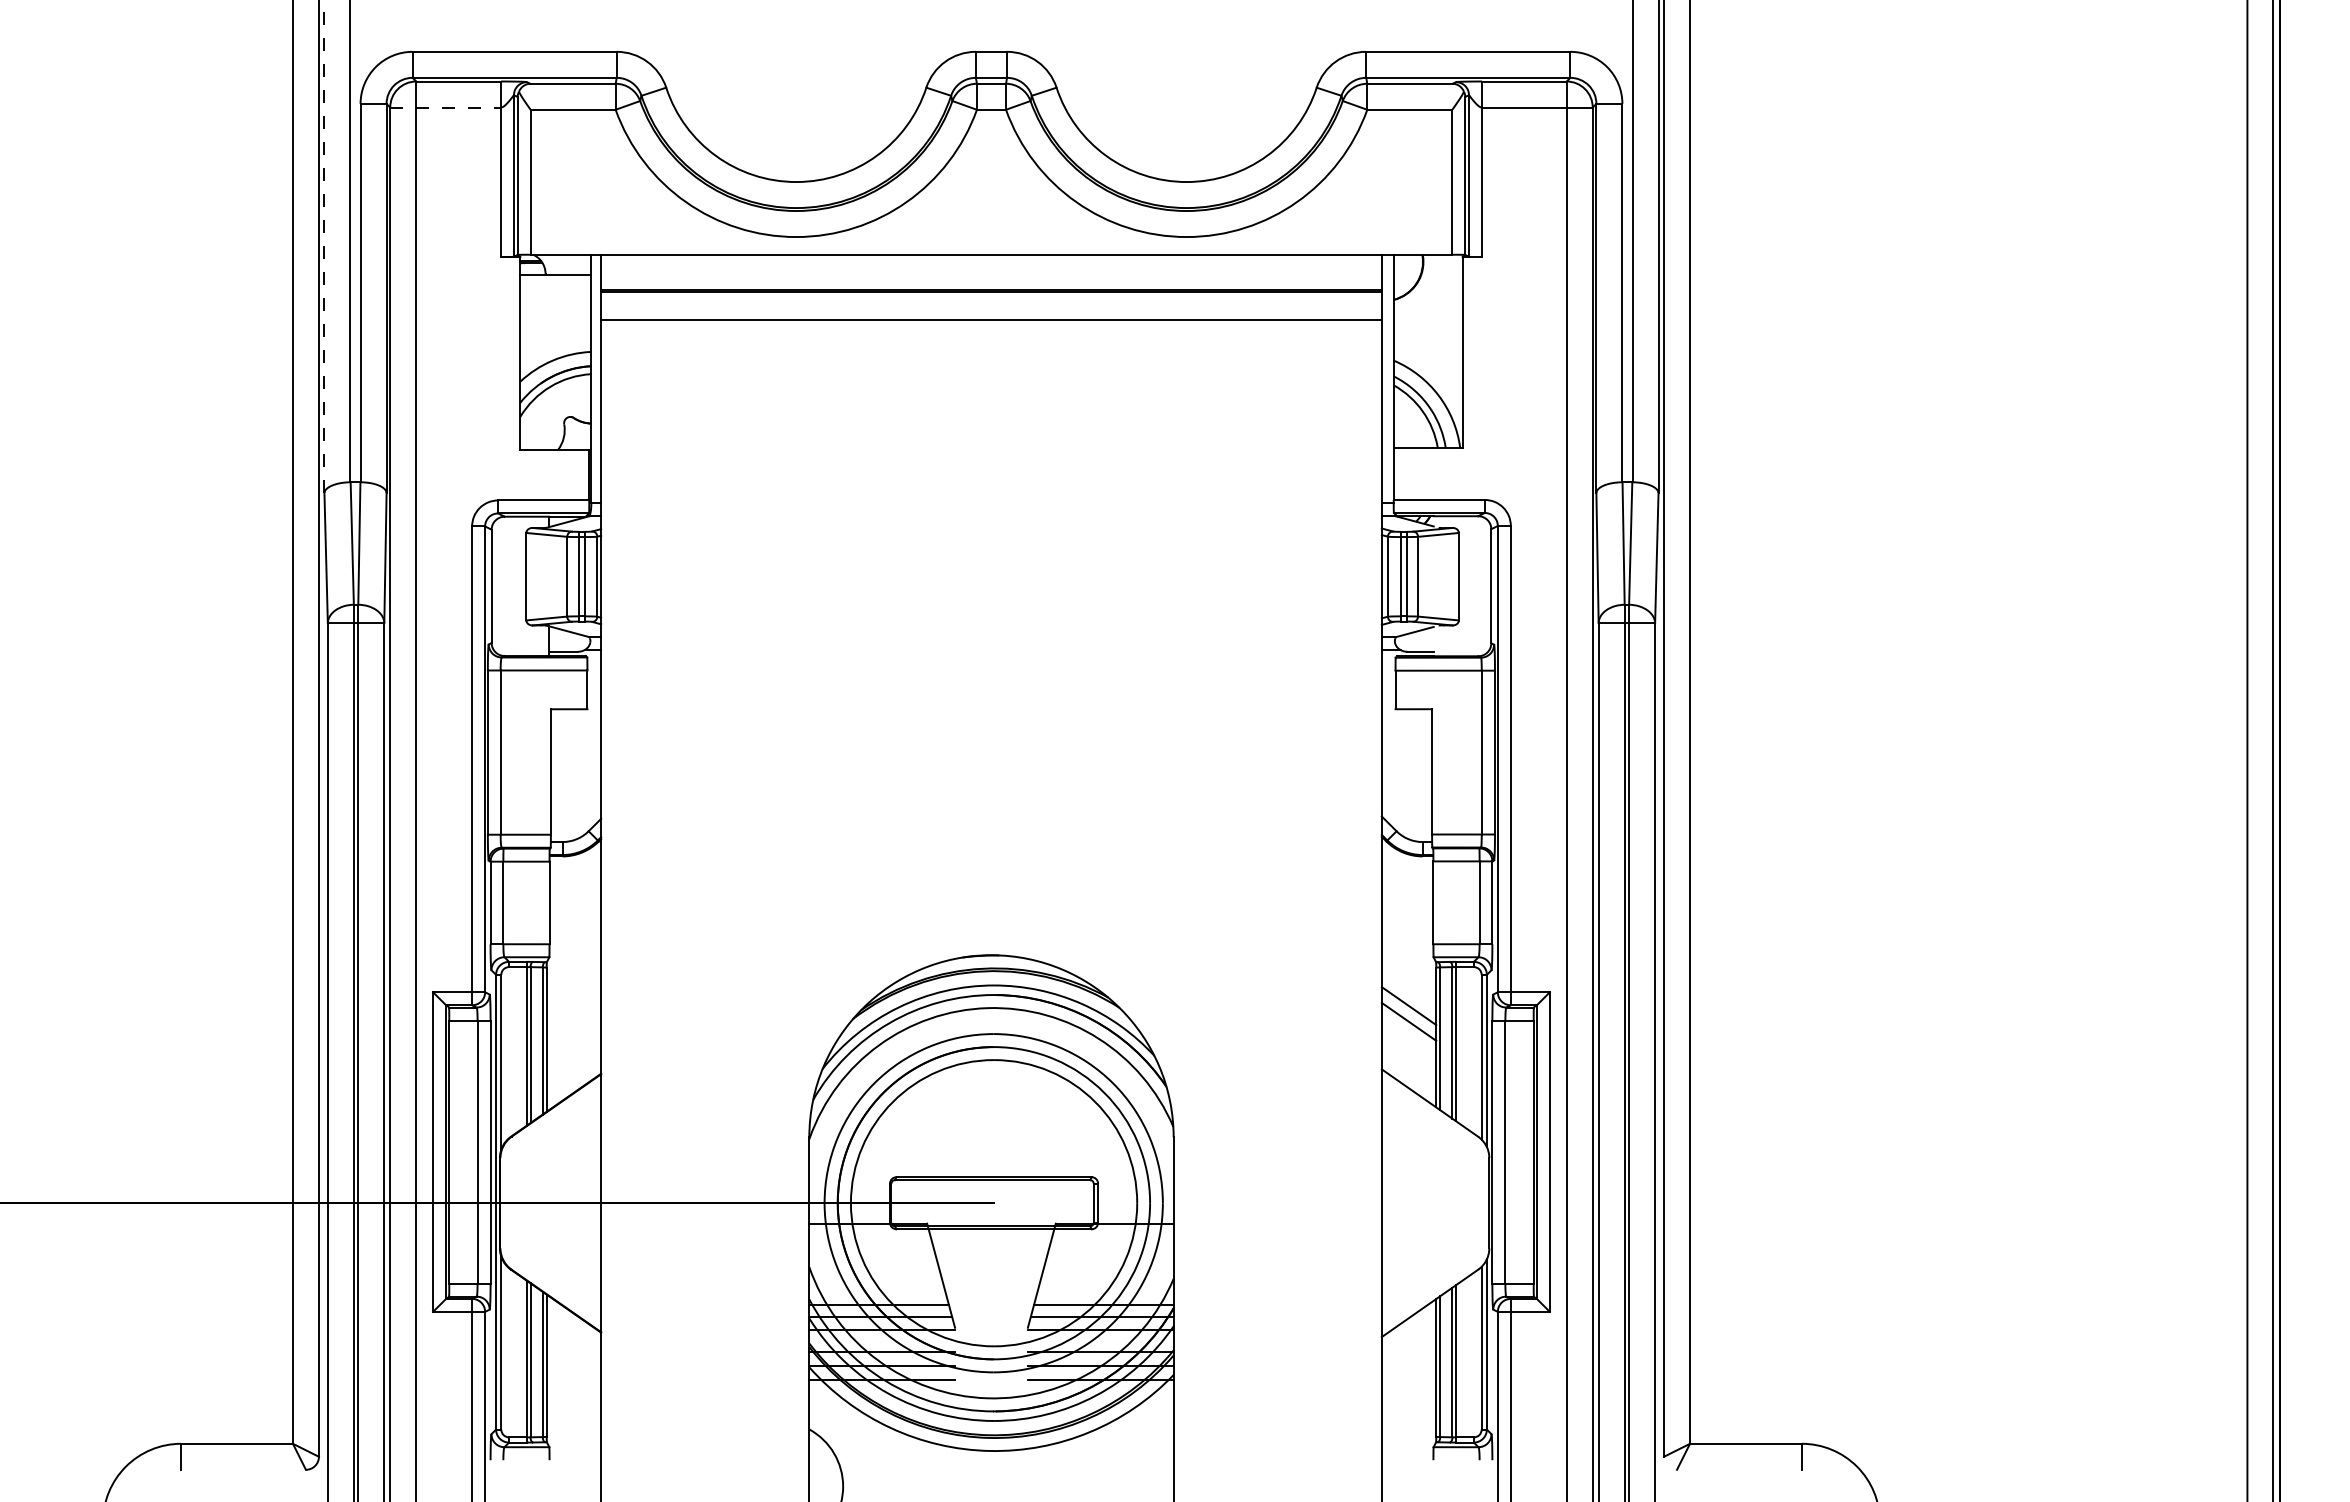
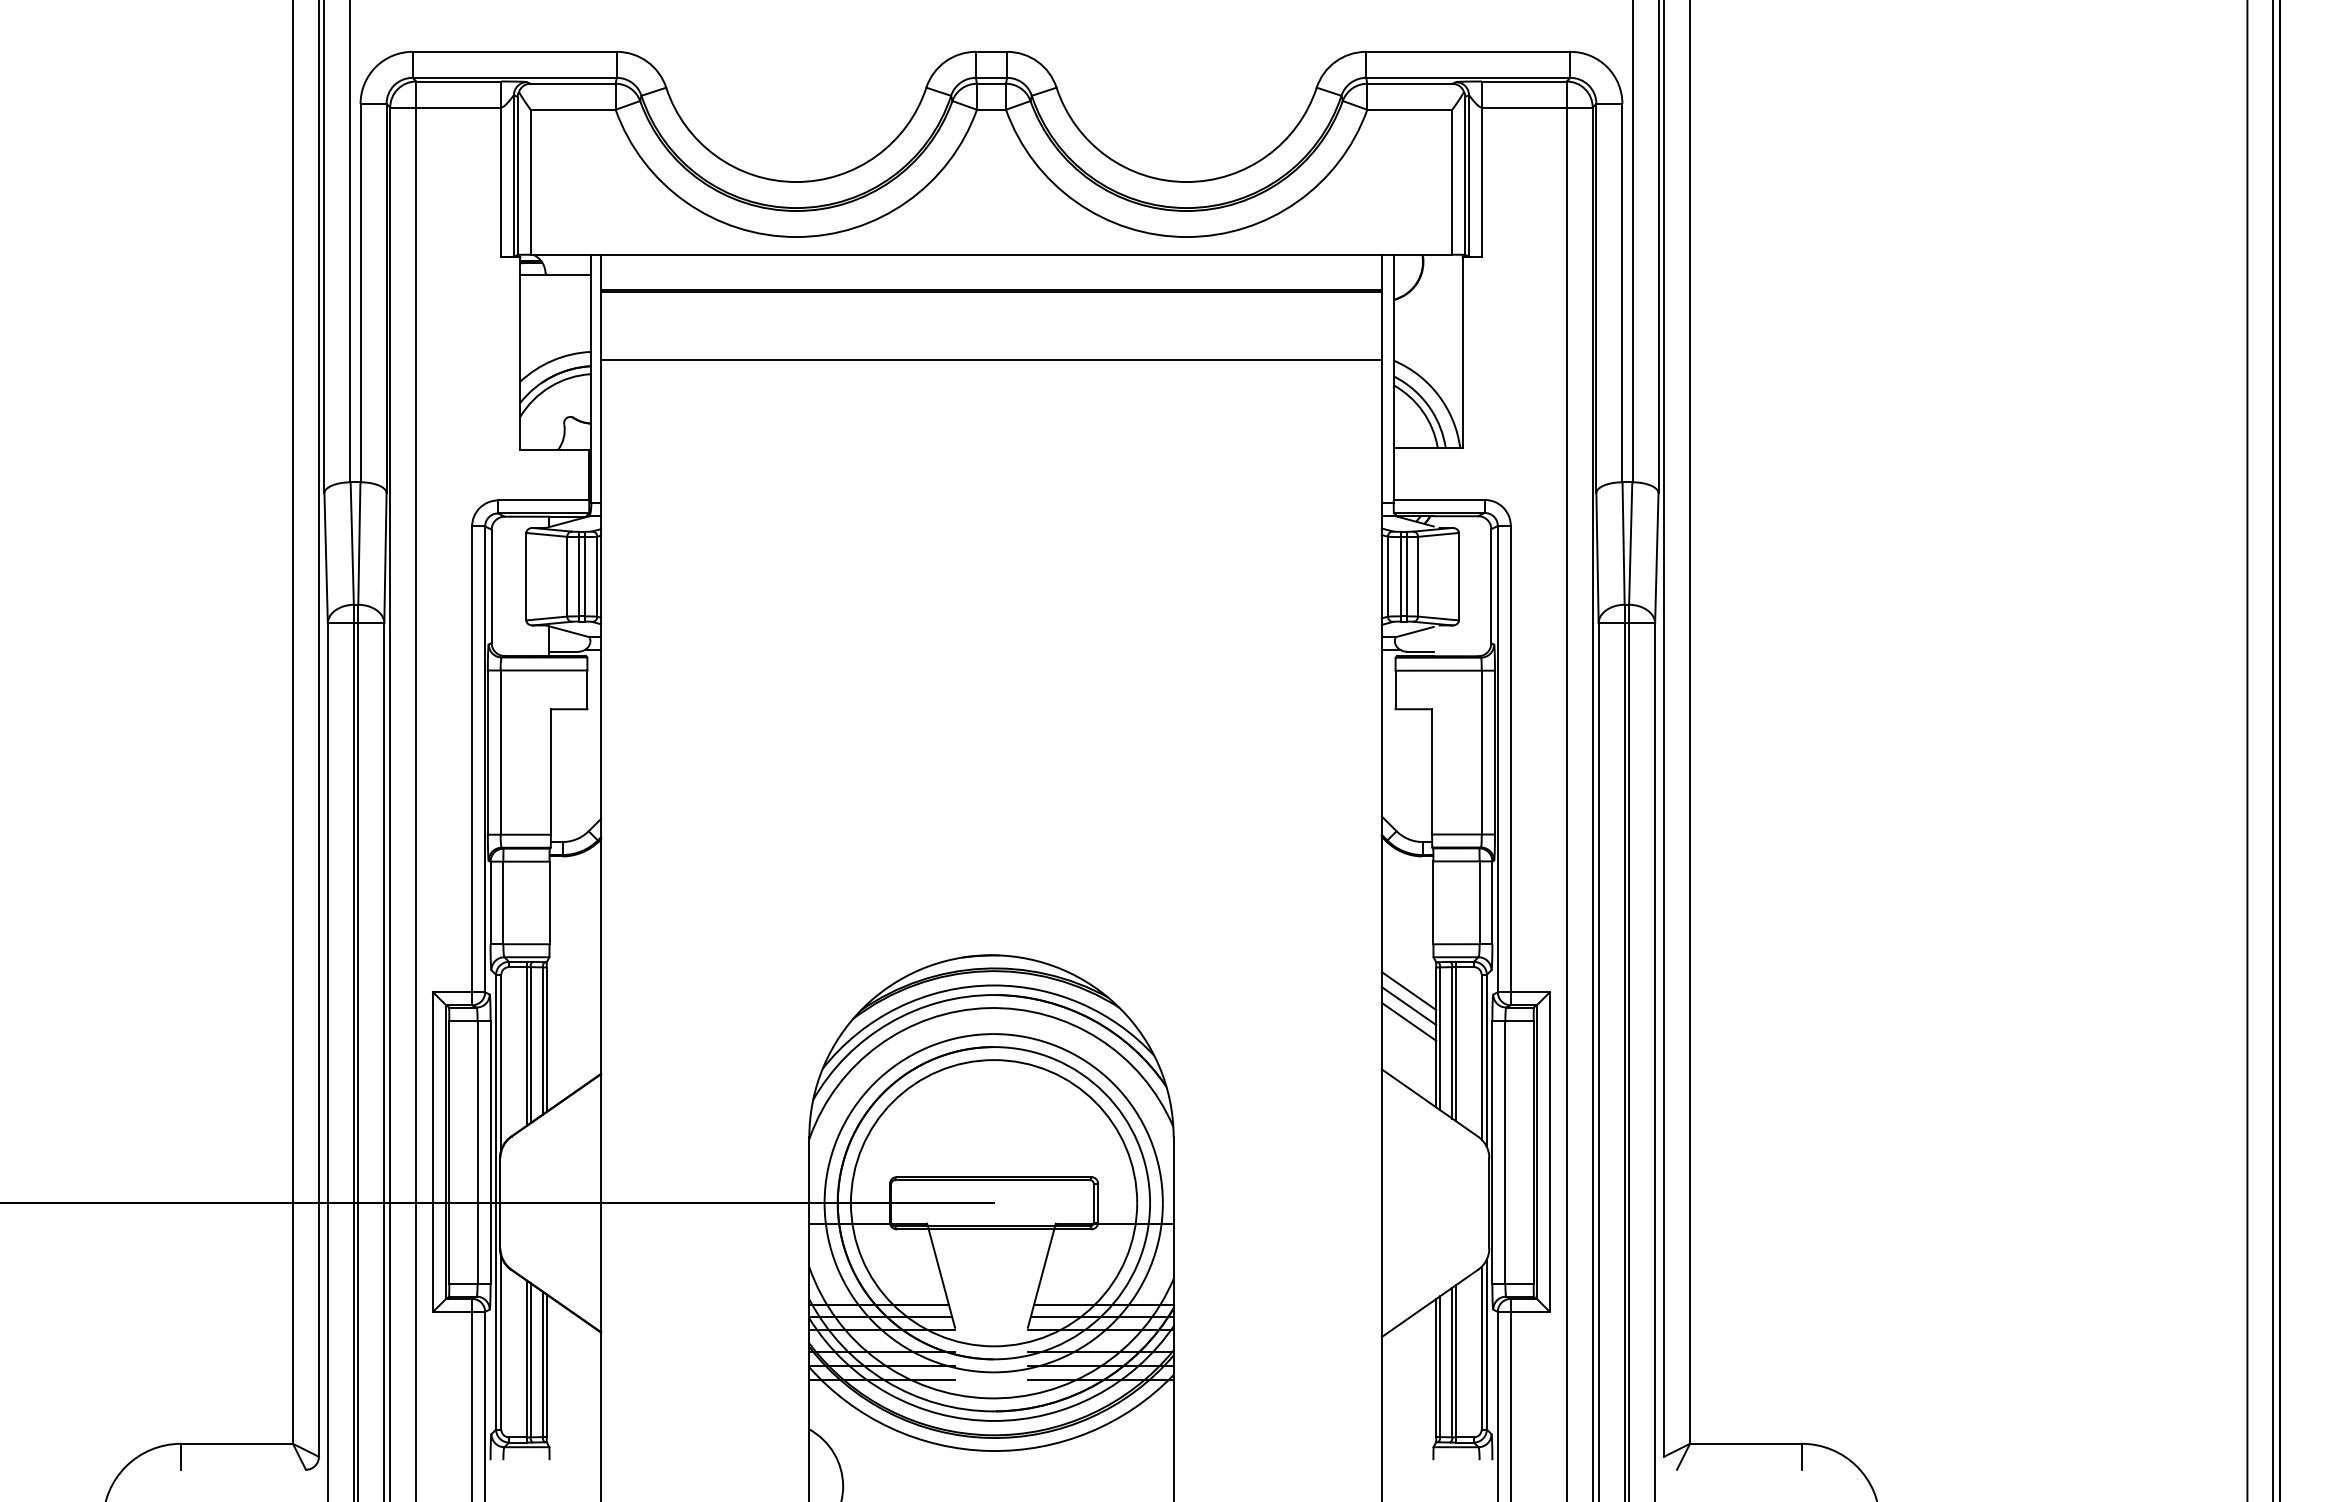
line at (446, 107): dashed -> solid
line at (324, 246): dashed -> solid
line at (991, 320) position: (991, 320) -> (991, 360)
line at (1408, 991): none -> present
